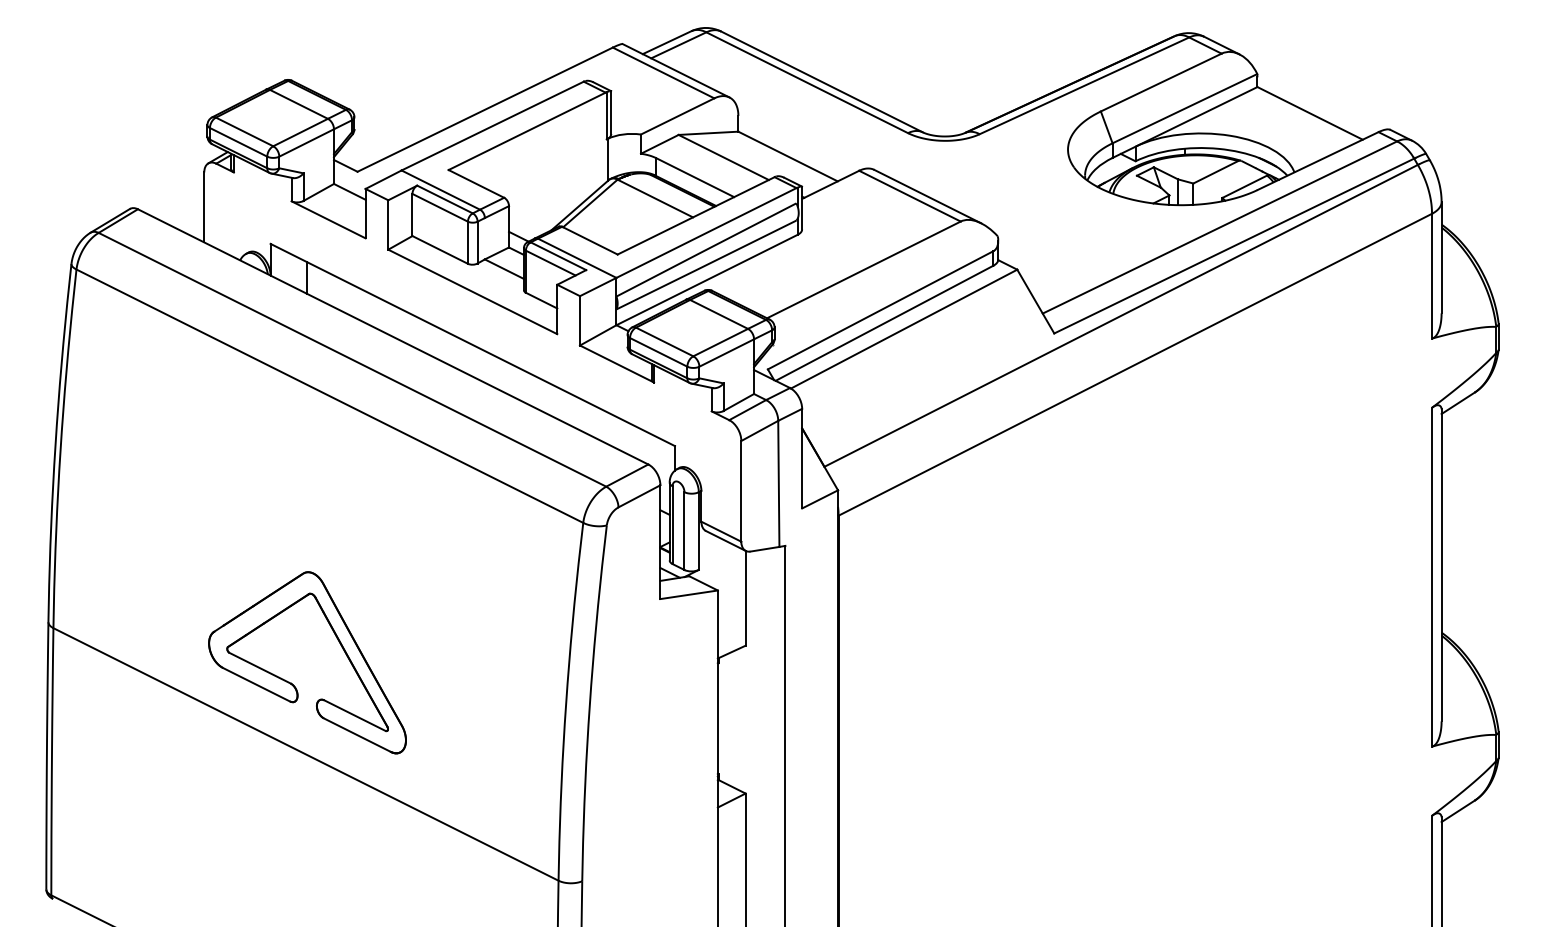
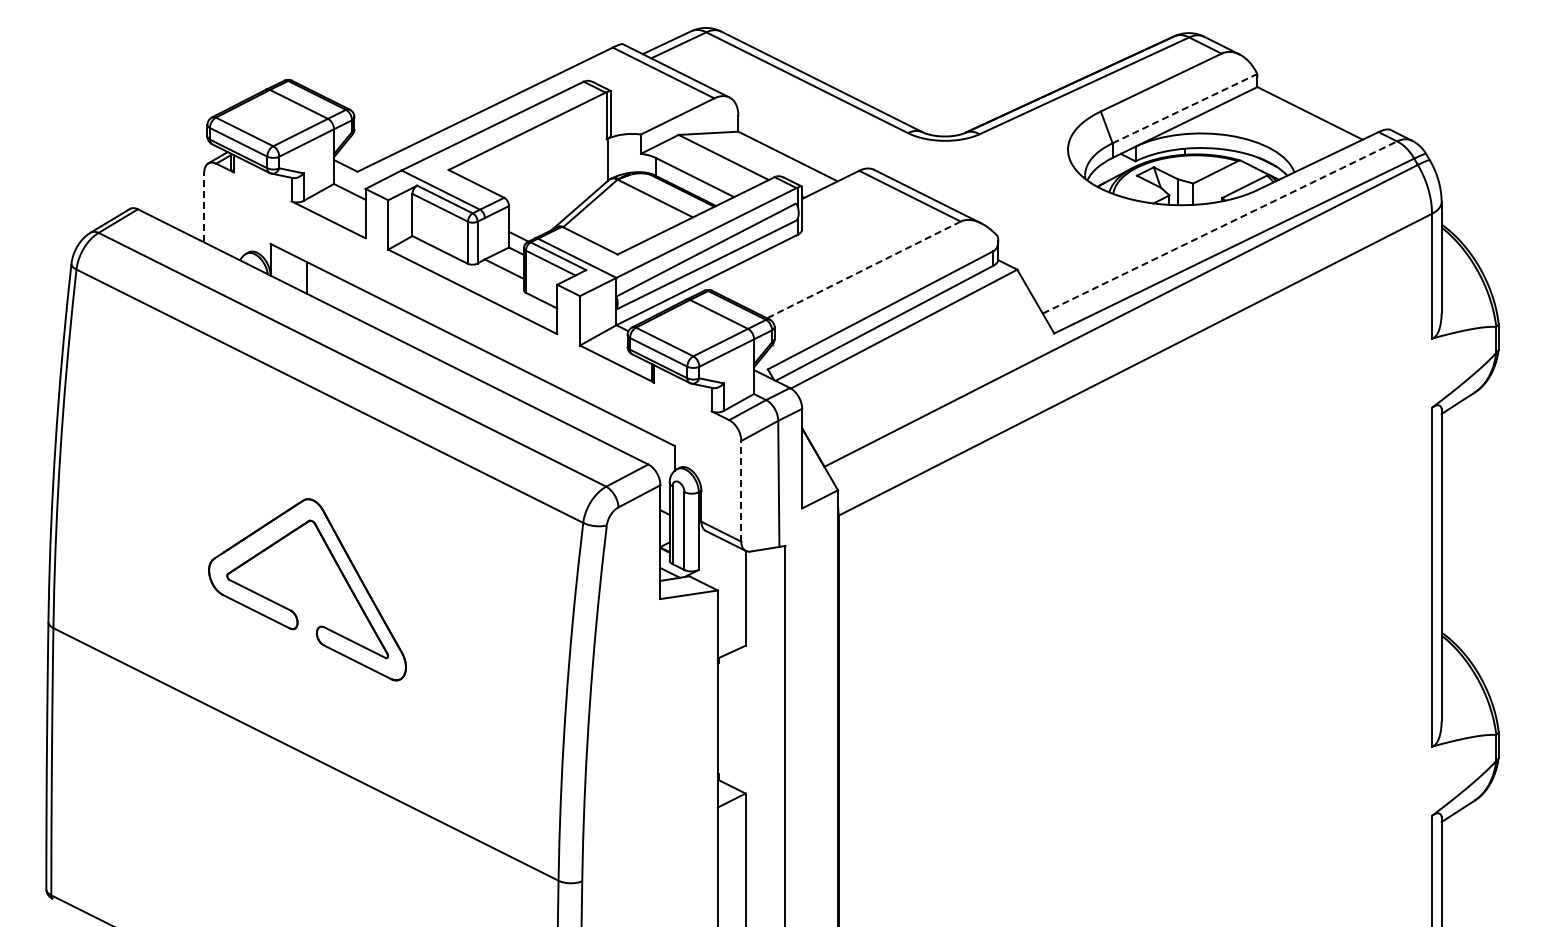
line at (1185, 108): solid -> dashed
line at (204, 207): solid -> dashed
line at (1219, 227): solid -> dashed
line at (863, 270): solid -> dashed
line at (741, 490): solid -> dashed
part at (291, 682) position: (291, 682) -> (291, 609)
